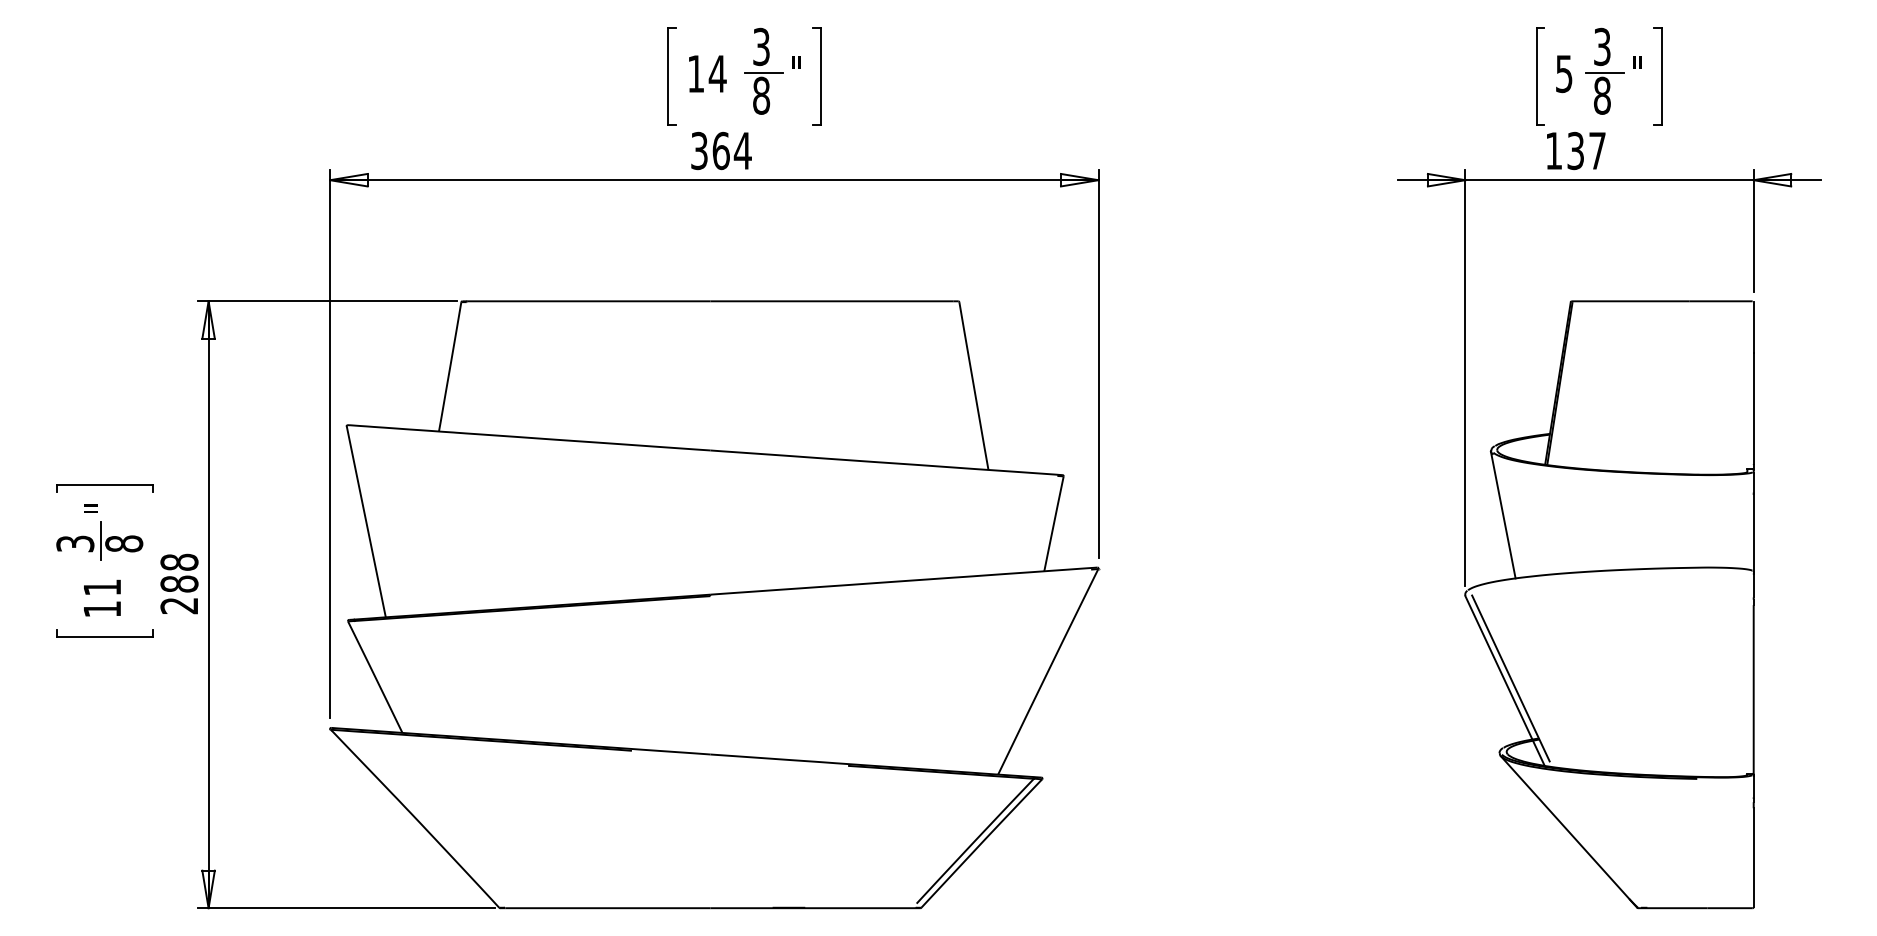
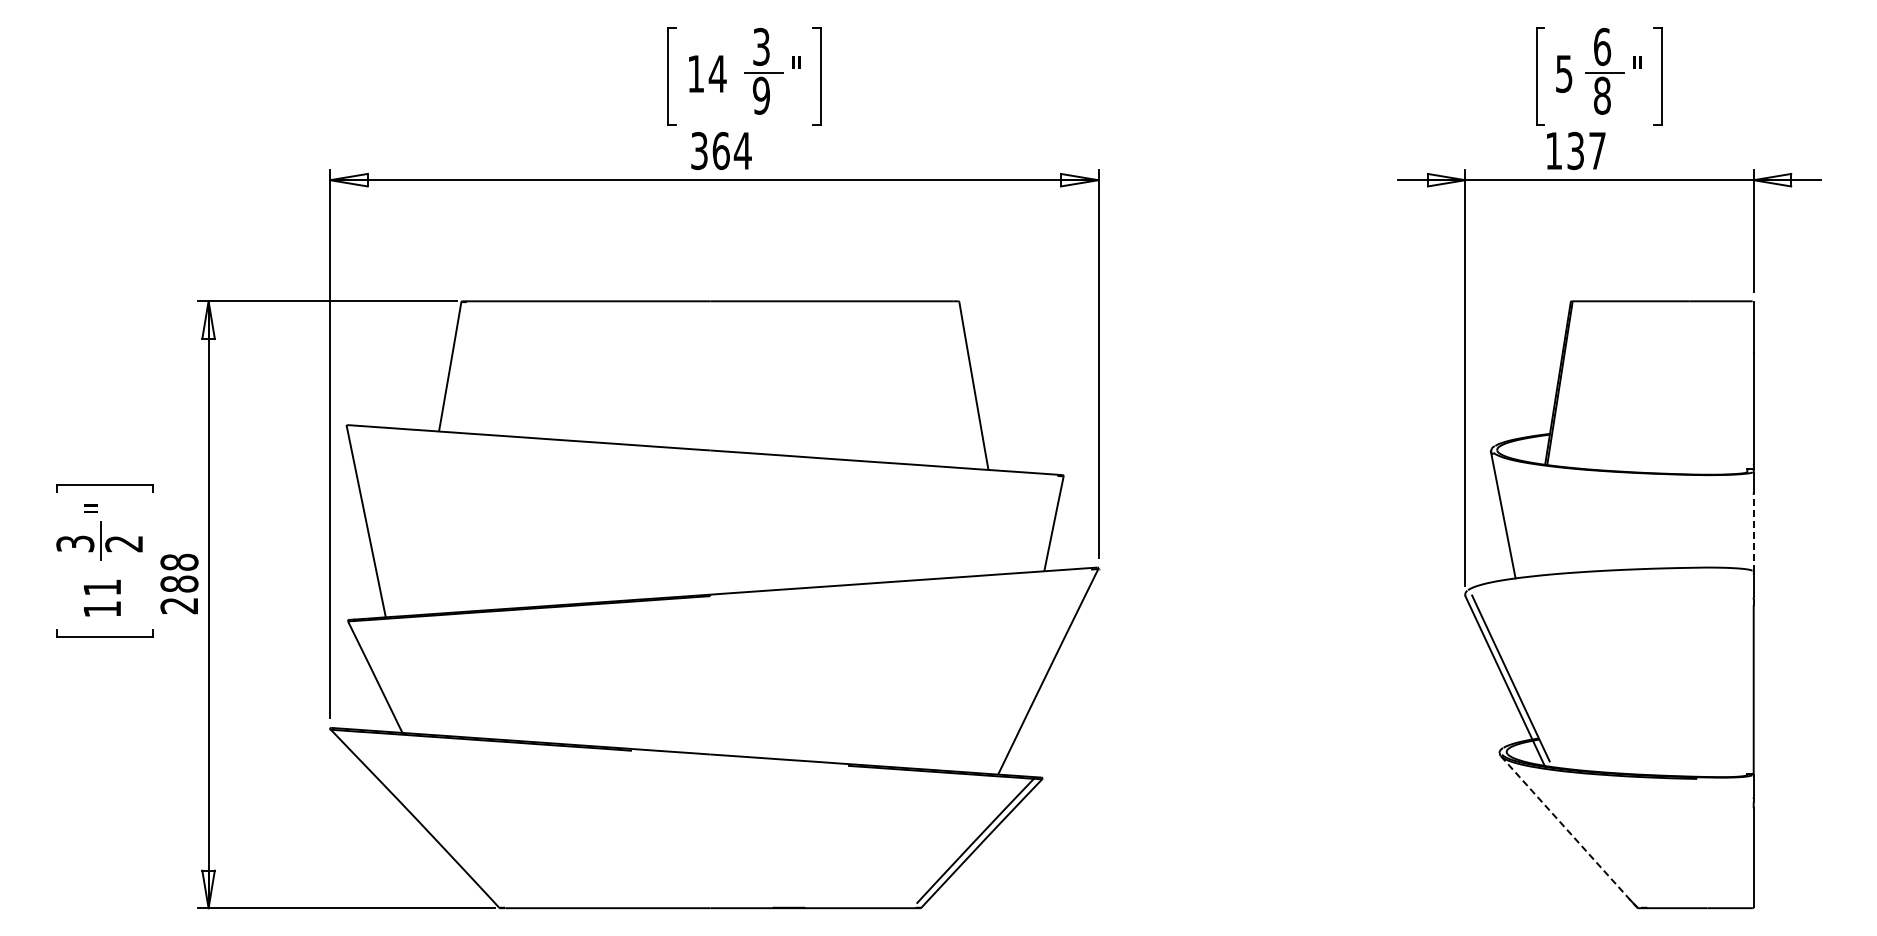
text at (1602, 46): 3 -> 6
text at (761, 95): 8 -> 9
line at (1753, 533): solid -> dashed
text at (124, 543): 8 -> 2
line at (1569, 831): solid -> dashed
